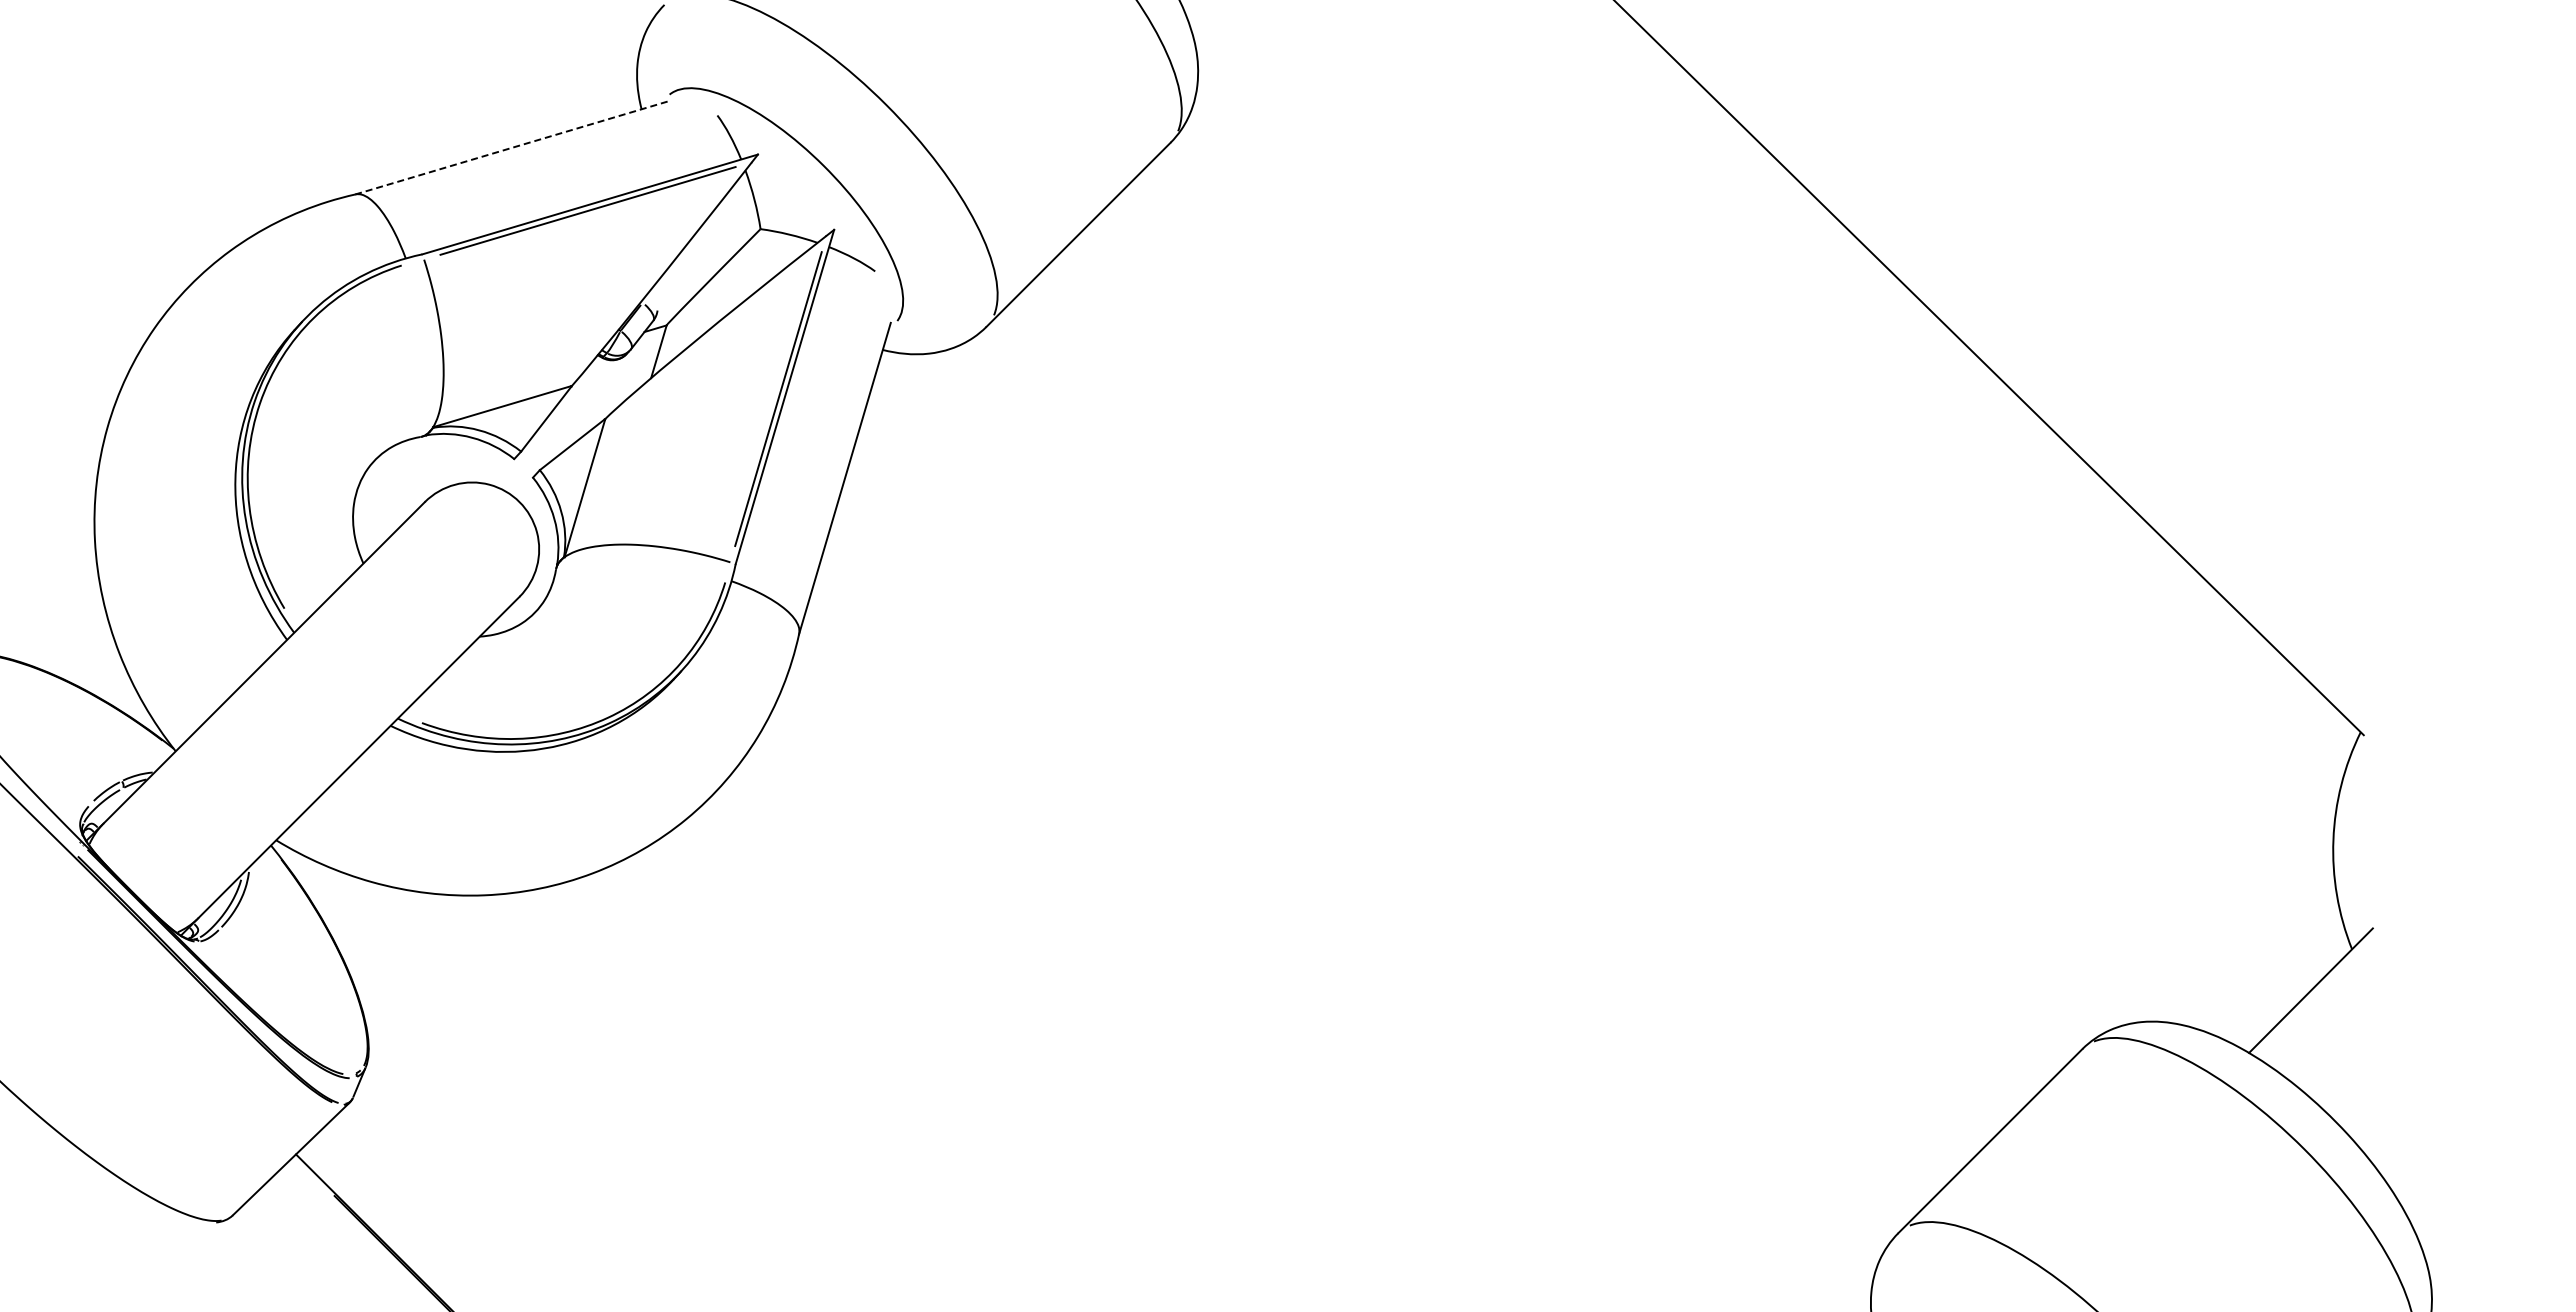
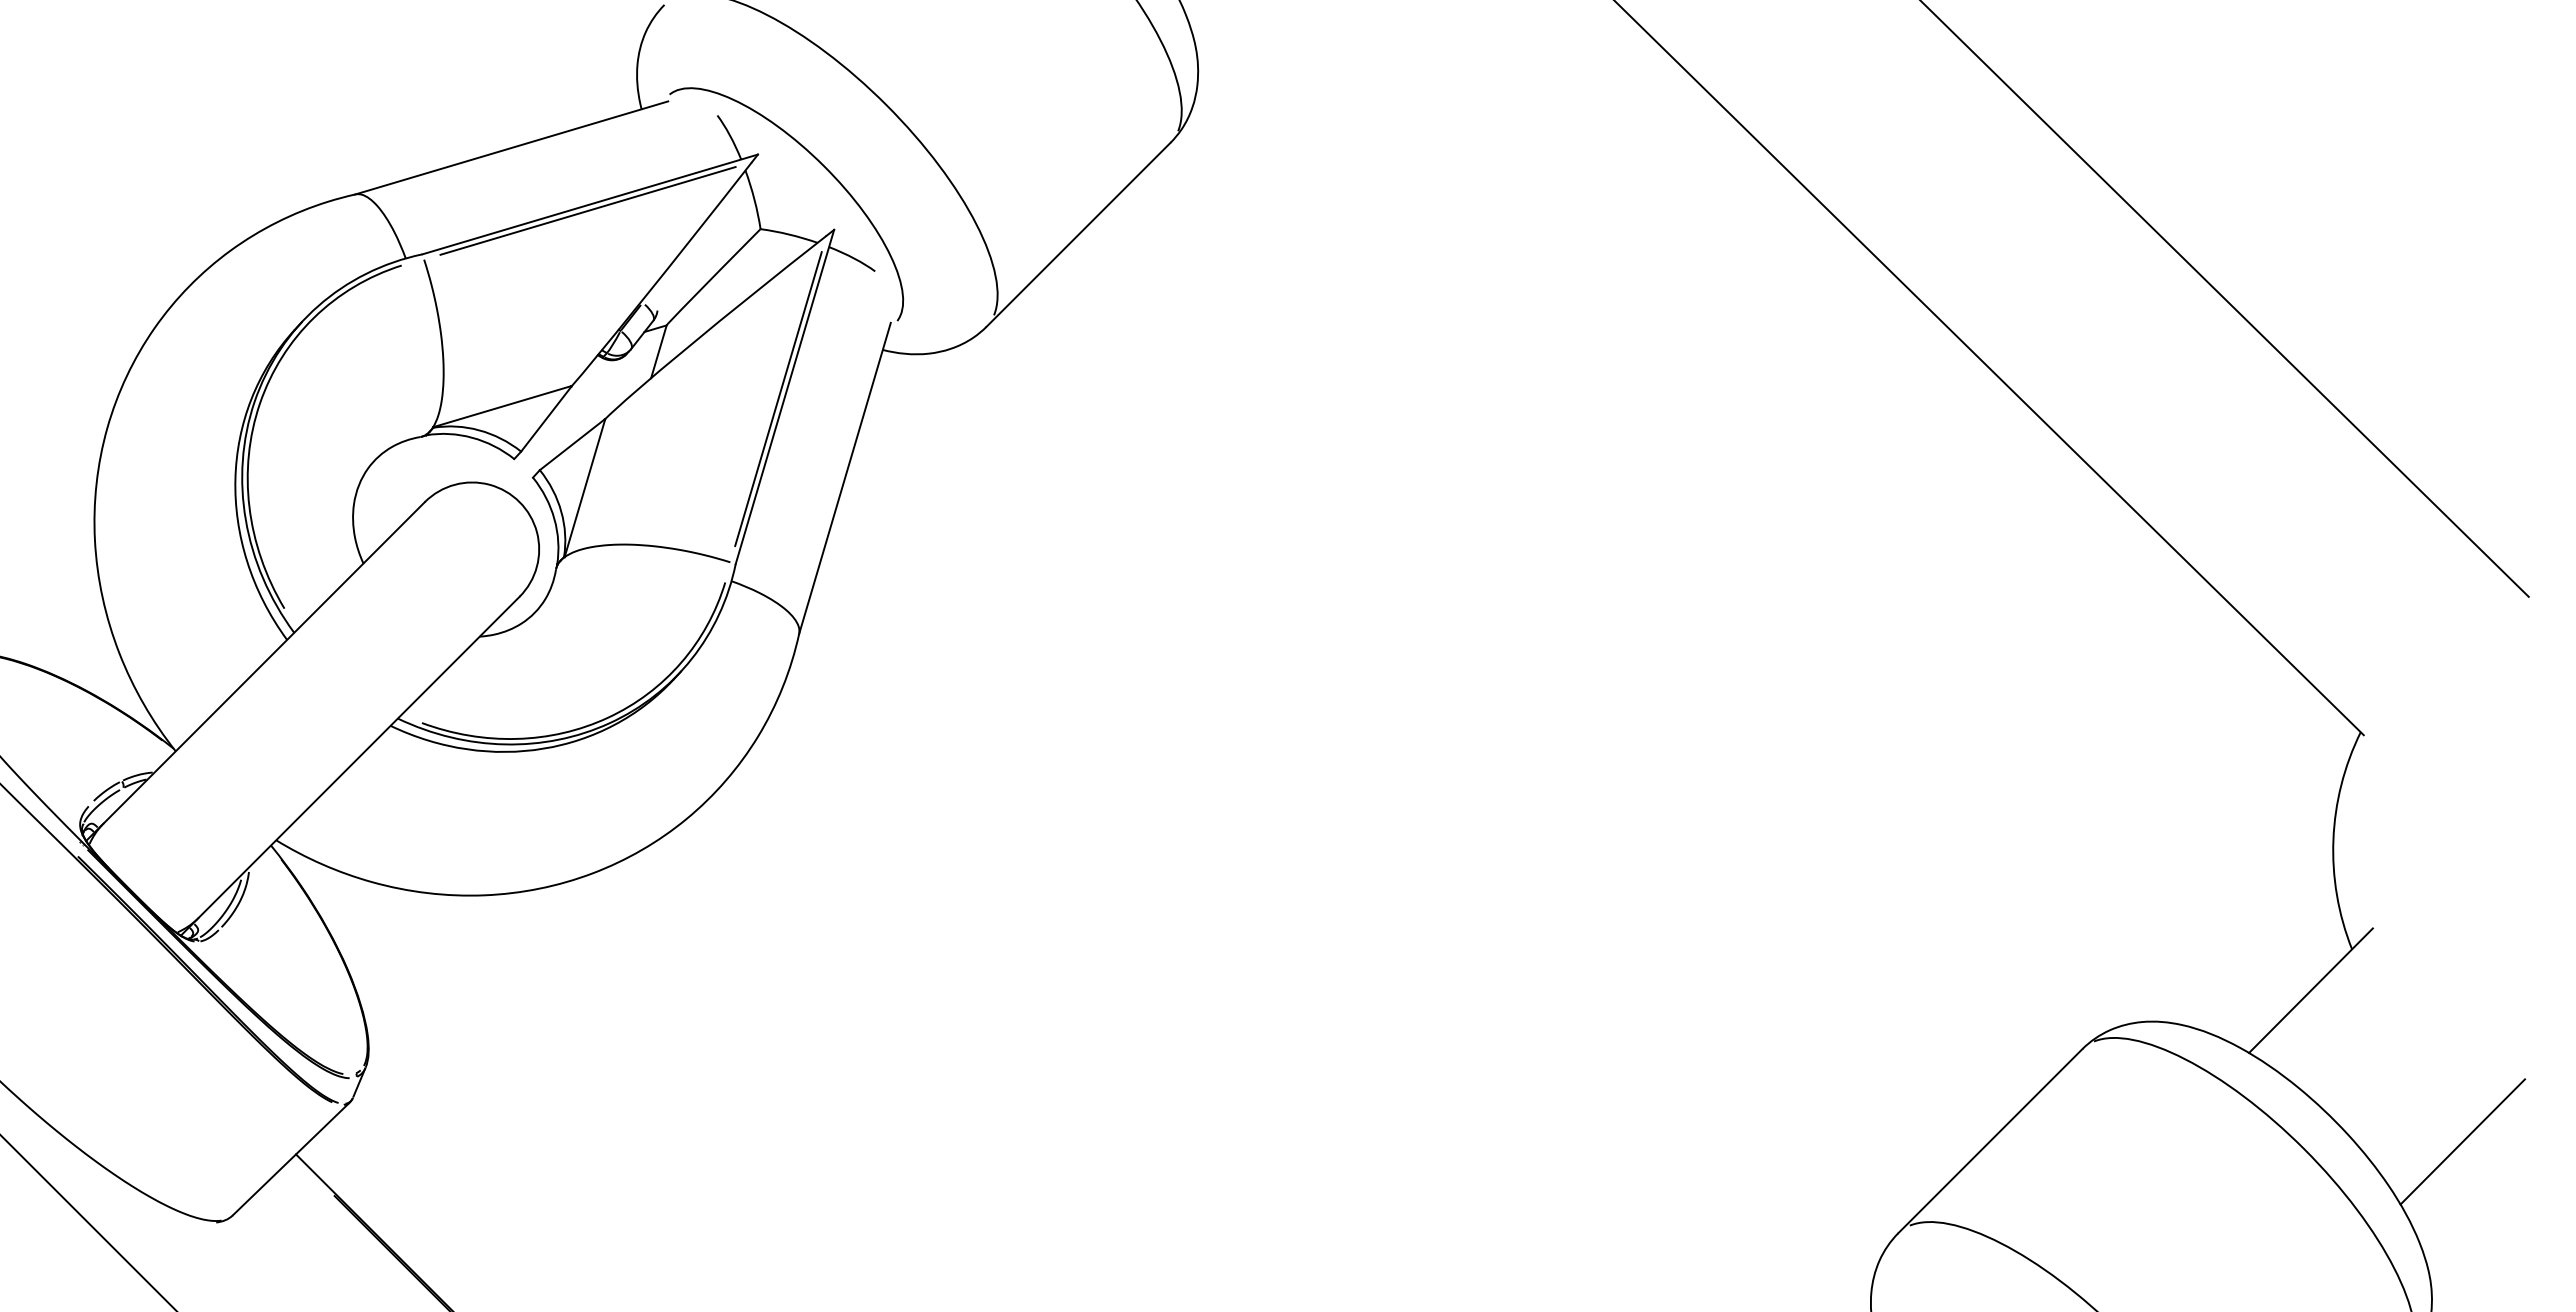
line at (512, 147): dashed -> solid
line at (2225, 299): none -> present
line at (2462, 1141): none -> present
line at (88, 1222): none -> present
